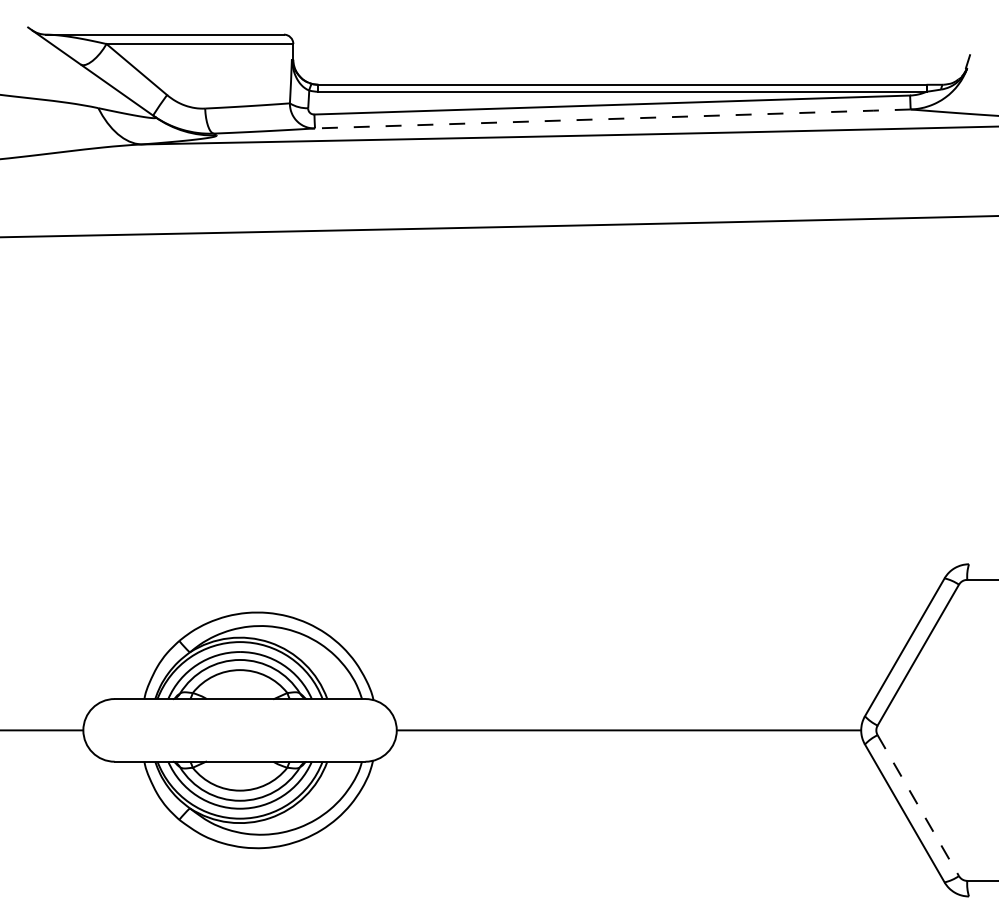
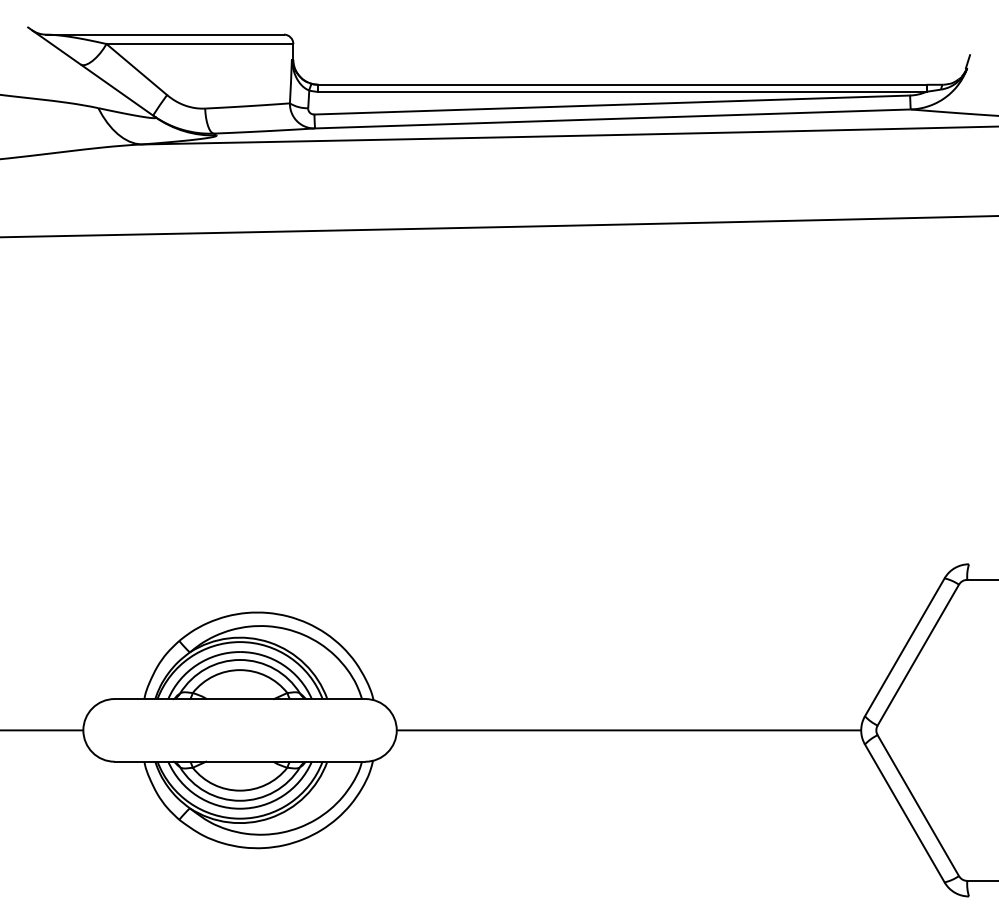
line at (613, 118): dashed -> solid
line at (918, 806): dashed -> solid
